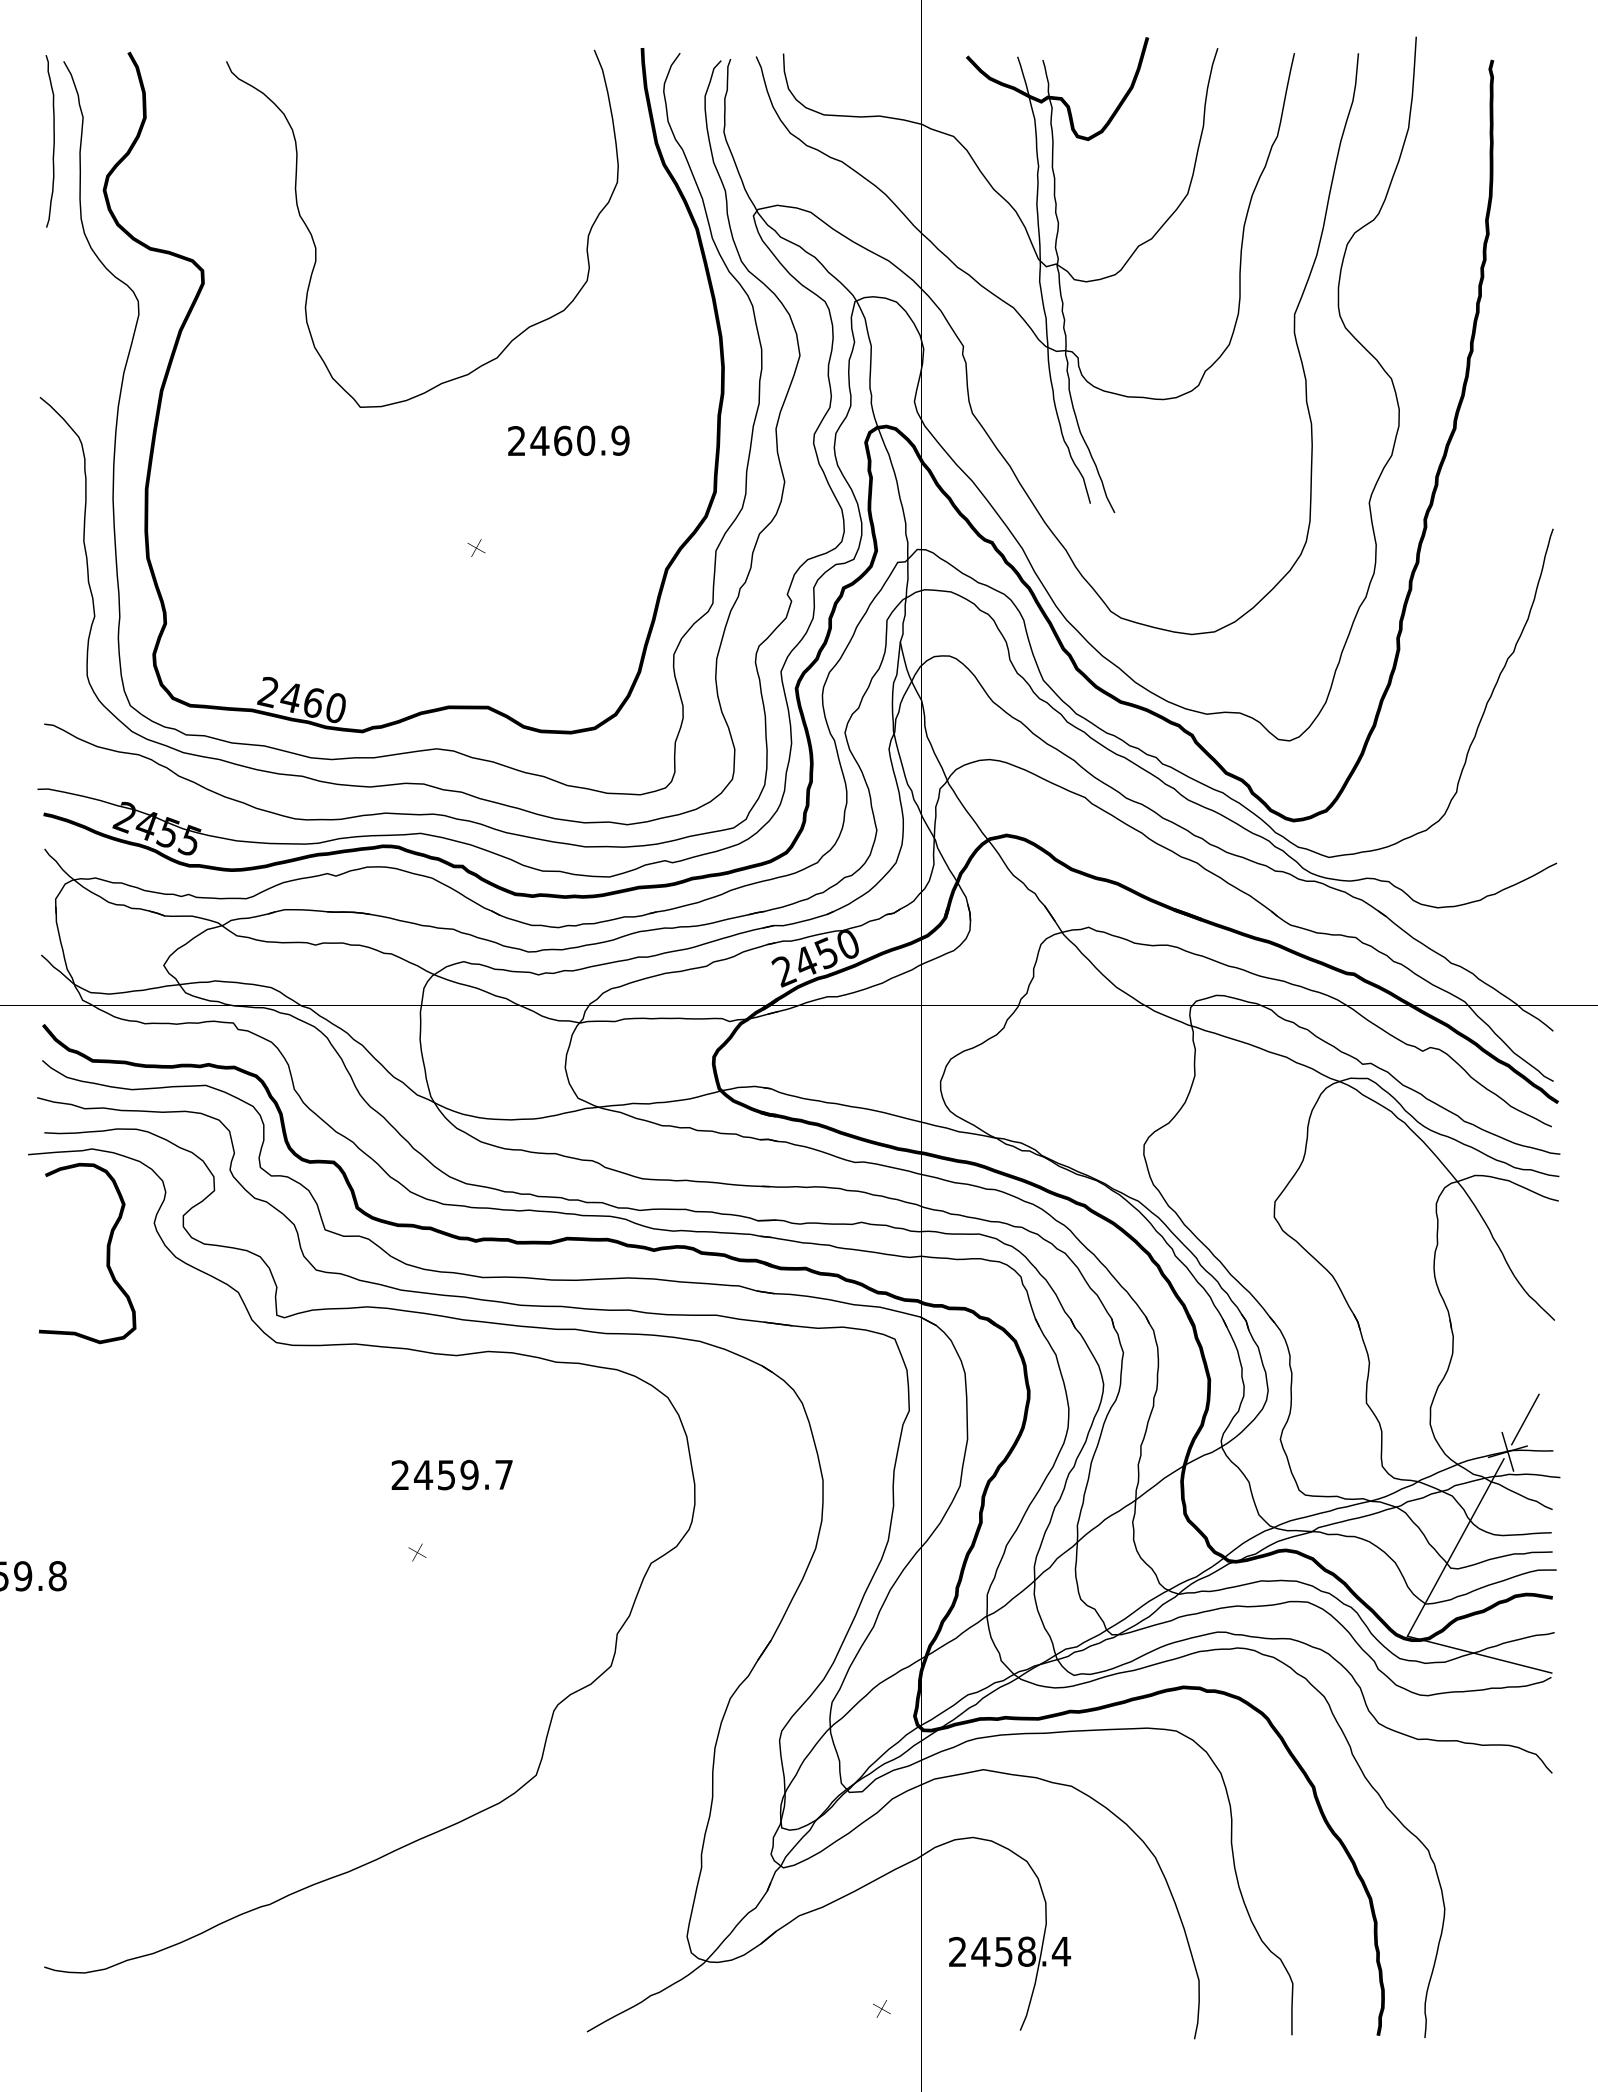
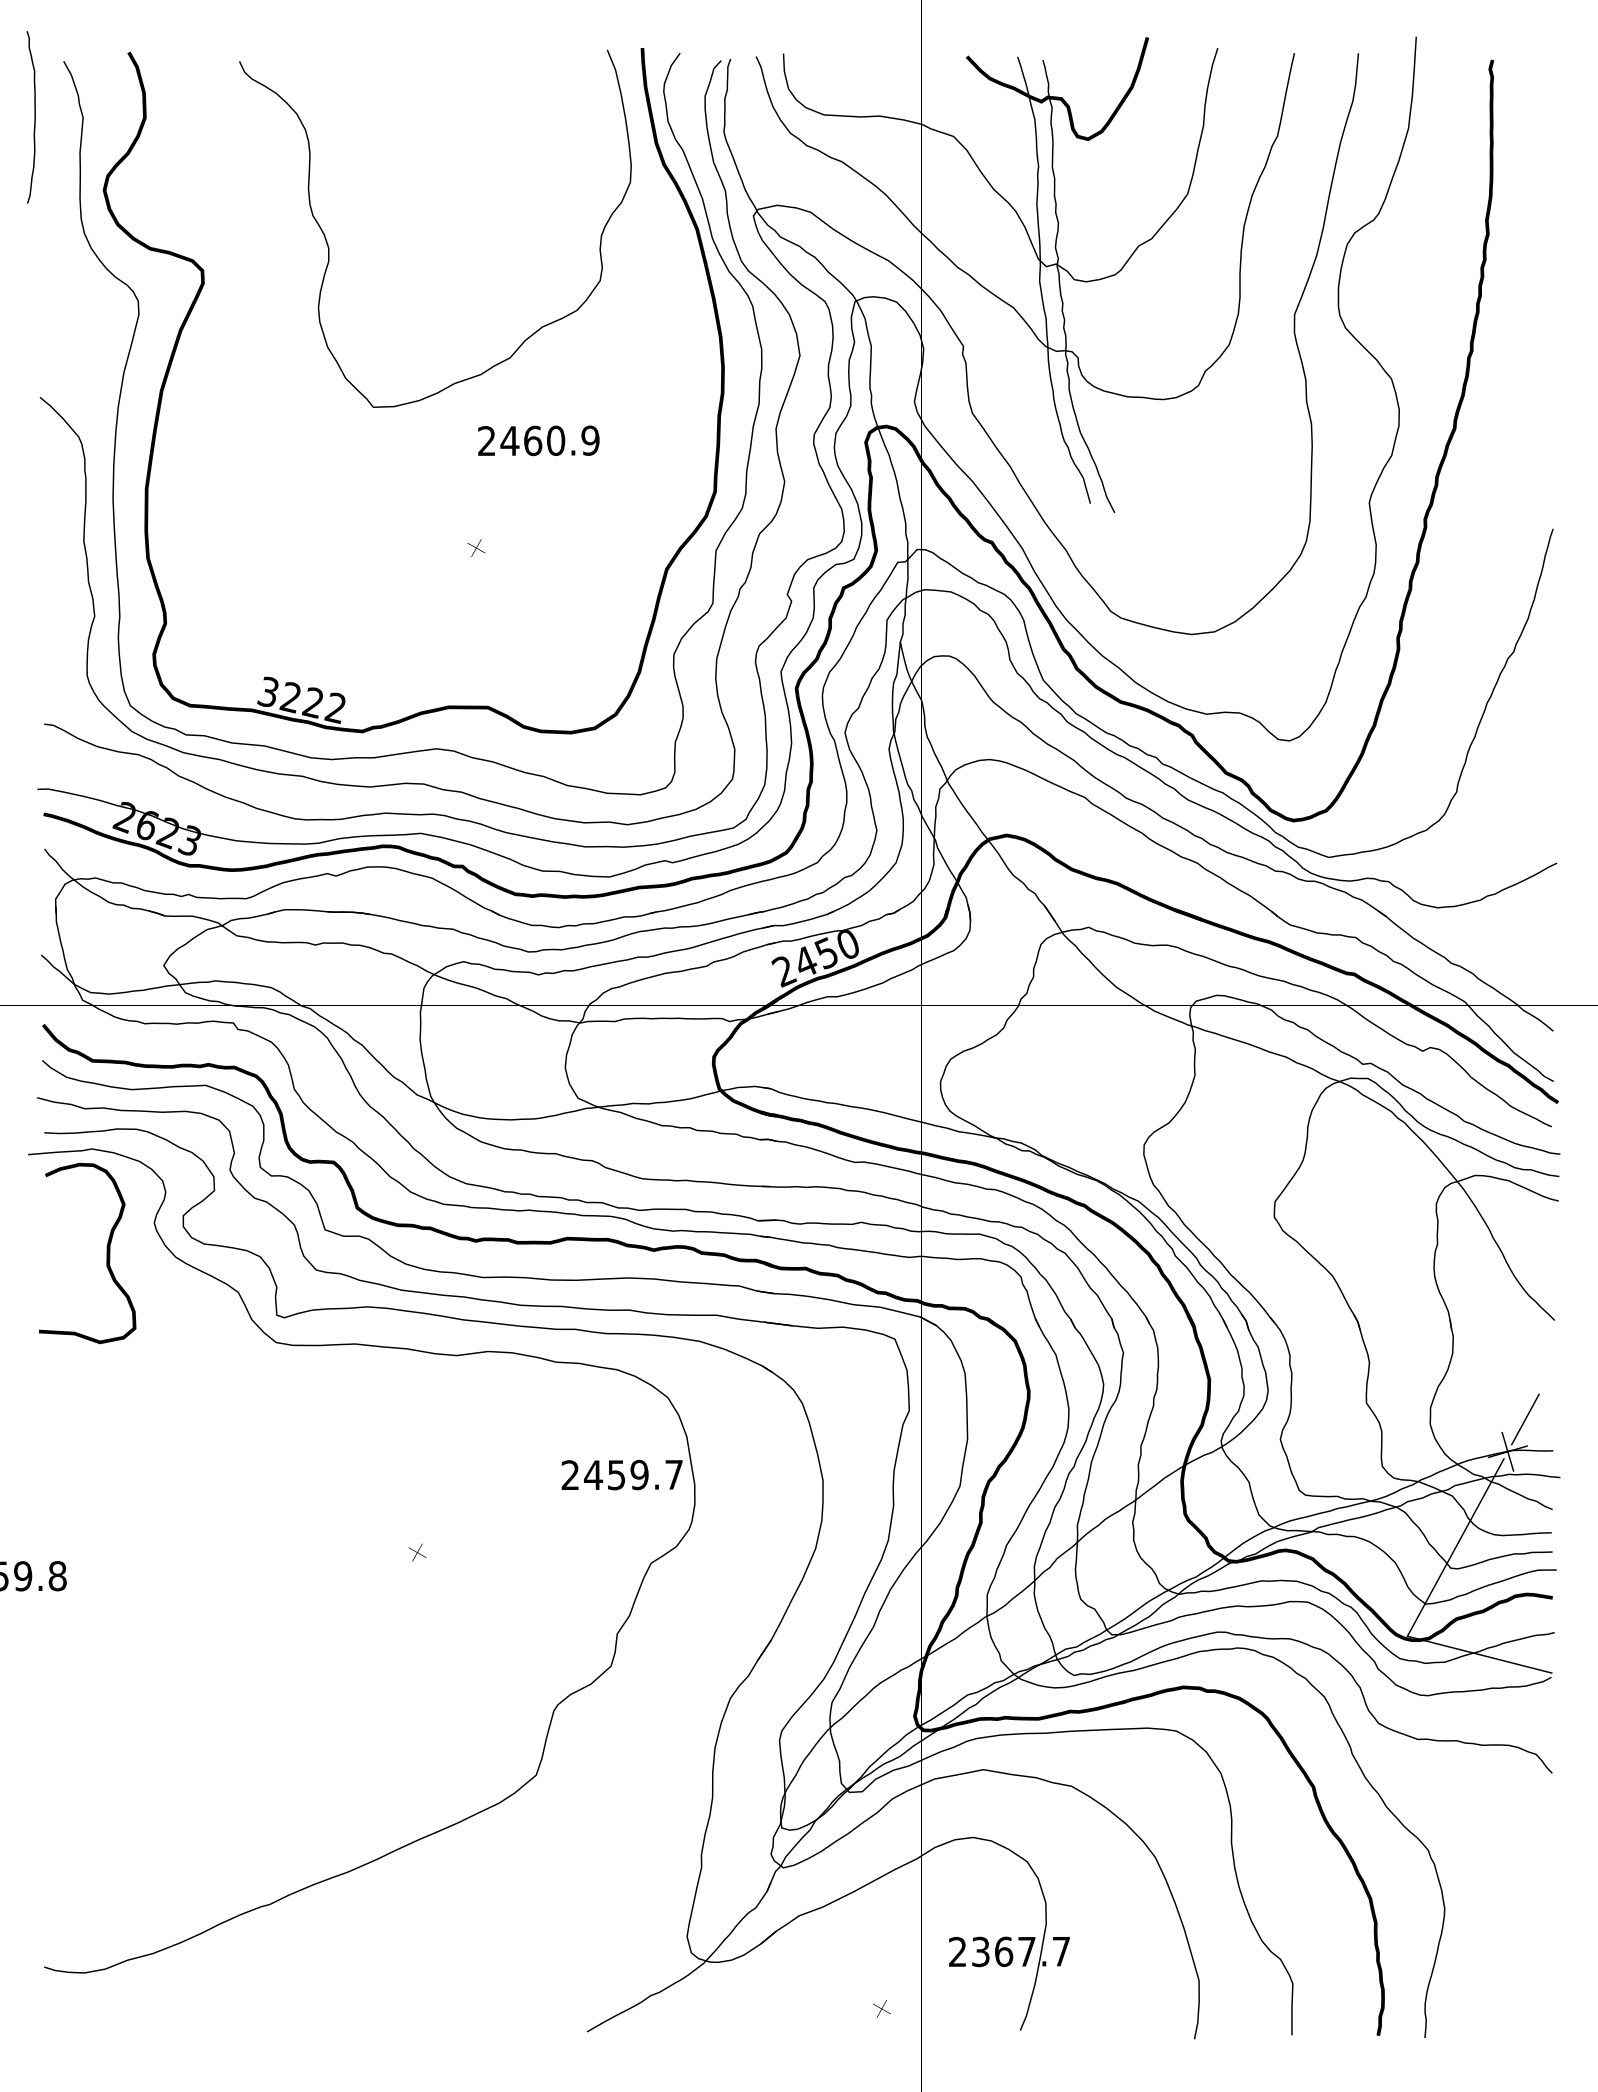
curve at (53, 141) position: (53, 141) -> (34, 117)
curve at (316, 247) position: (316, 247) -> (329, 247)
text at (568, 440) position: (568, 440) -> (538, 440)
text at (301, 699): 2460 -> 3222
text at (168, 833): 2455 -> 2623
text at (451, 1474) position: (451, 1474) -> (621, 1474)
text at (1021, 1951): 2458.4 -> 2367.7
